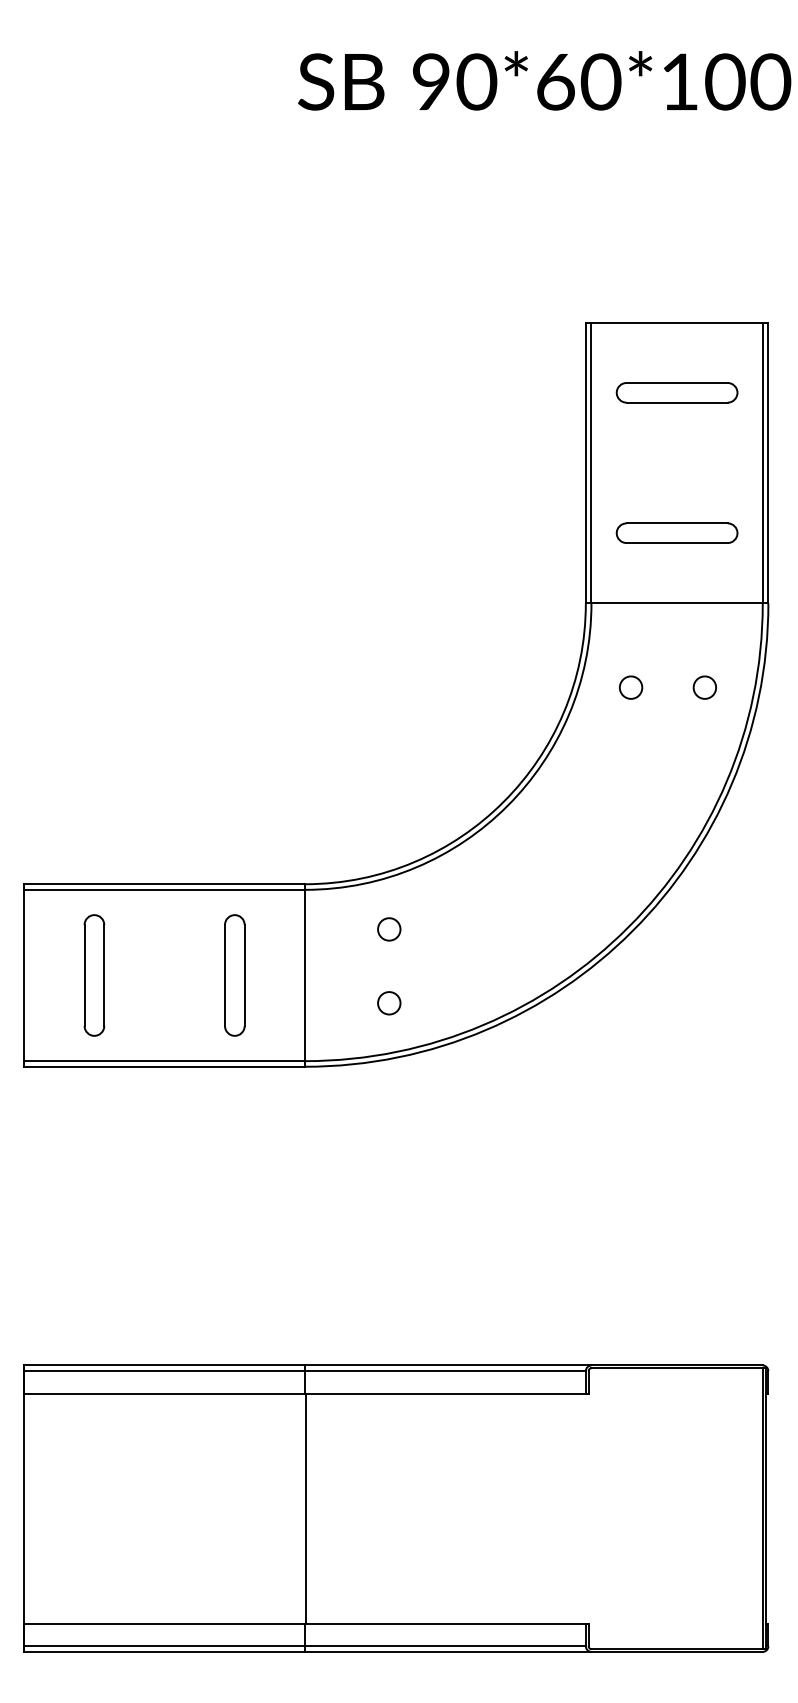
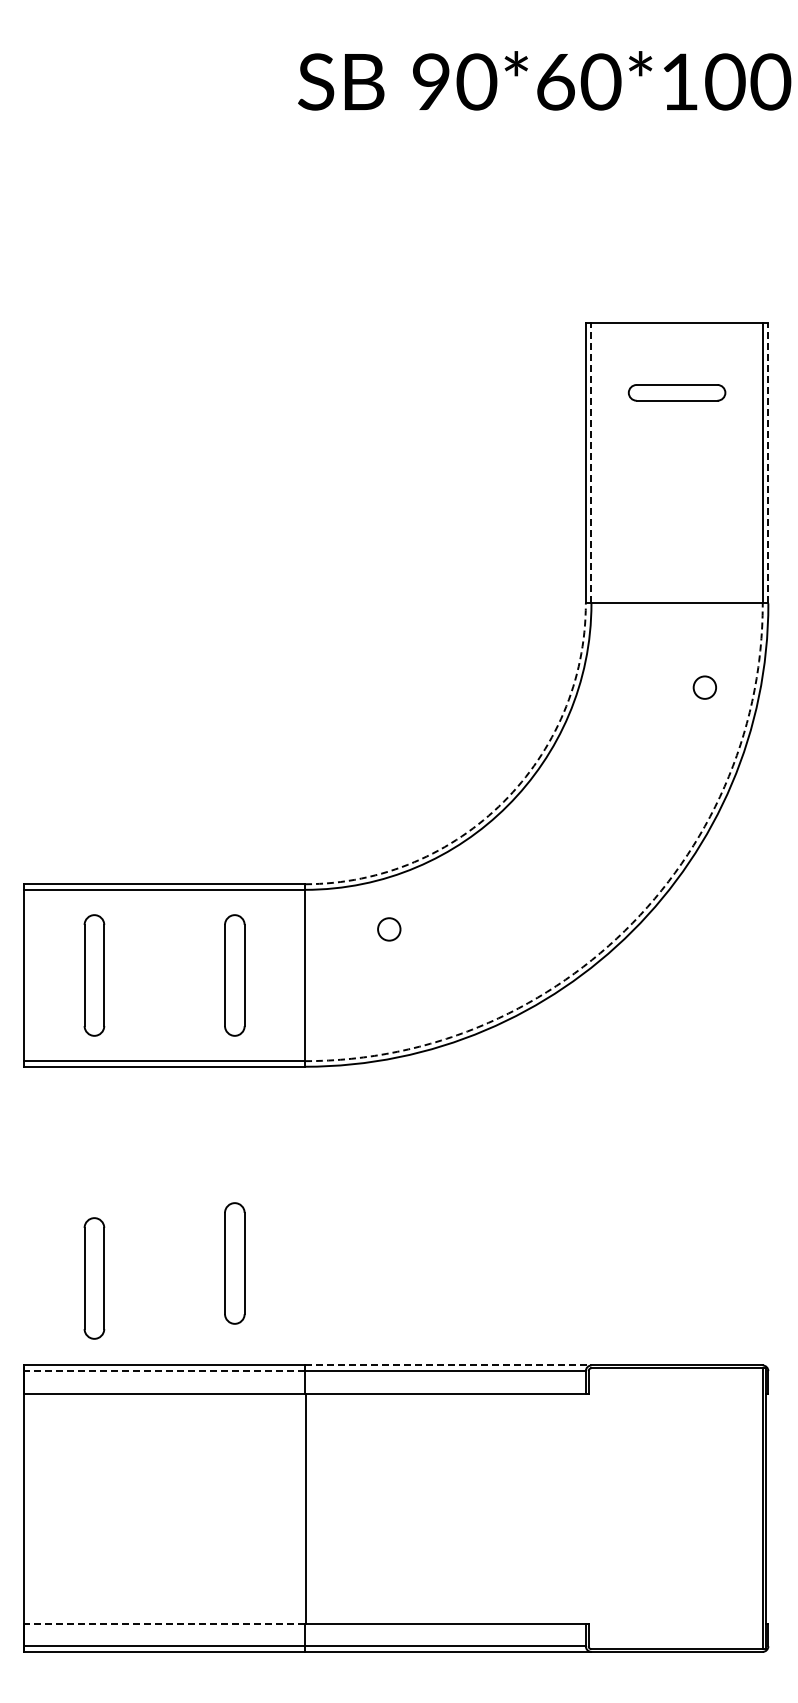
part at (676, 392) size: 124x22 px -> 100x18 px
line at (591, 462): solid -> dashed
line at (768, 462): solid -> dashed
part at (676, 532): present -> none
circle at (631, 687): present -> none
arc at (503, 801): solid -> dashed
arc at (628, 927): solid -> dashed
circle at (389, 1003): present -> none
part at (234, 1263): none -> present
part at (94, 1278): none -> present
line at (448, 1365): solid -> dashed
line at (164, 1371): solid -> dashed
line at (164, 1623): solid -> dashed
